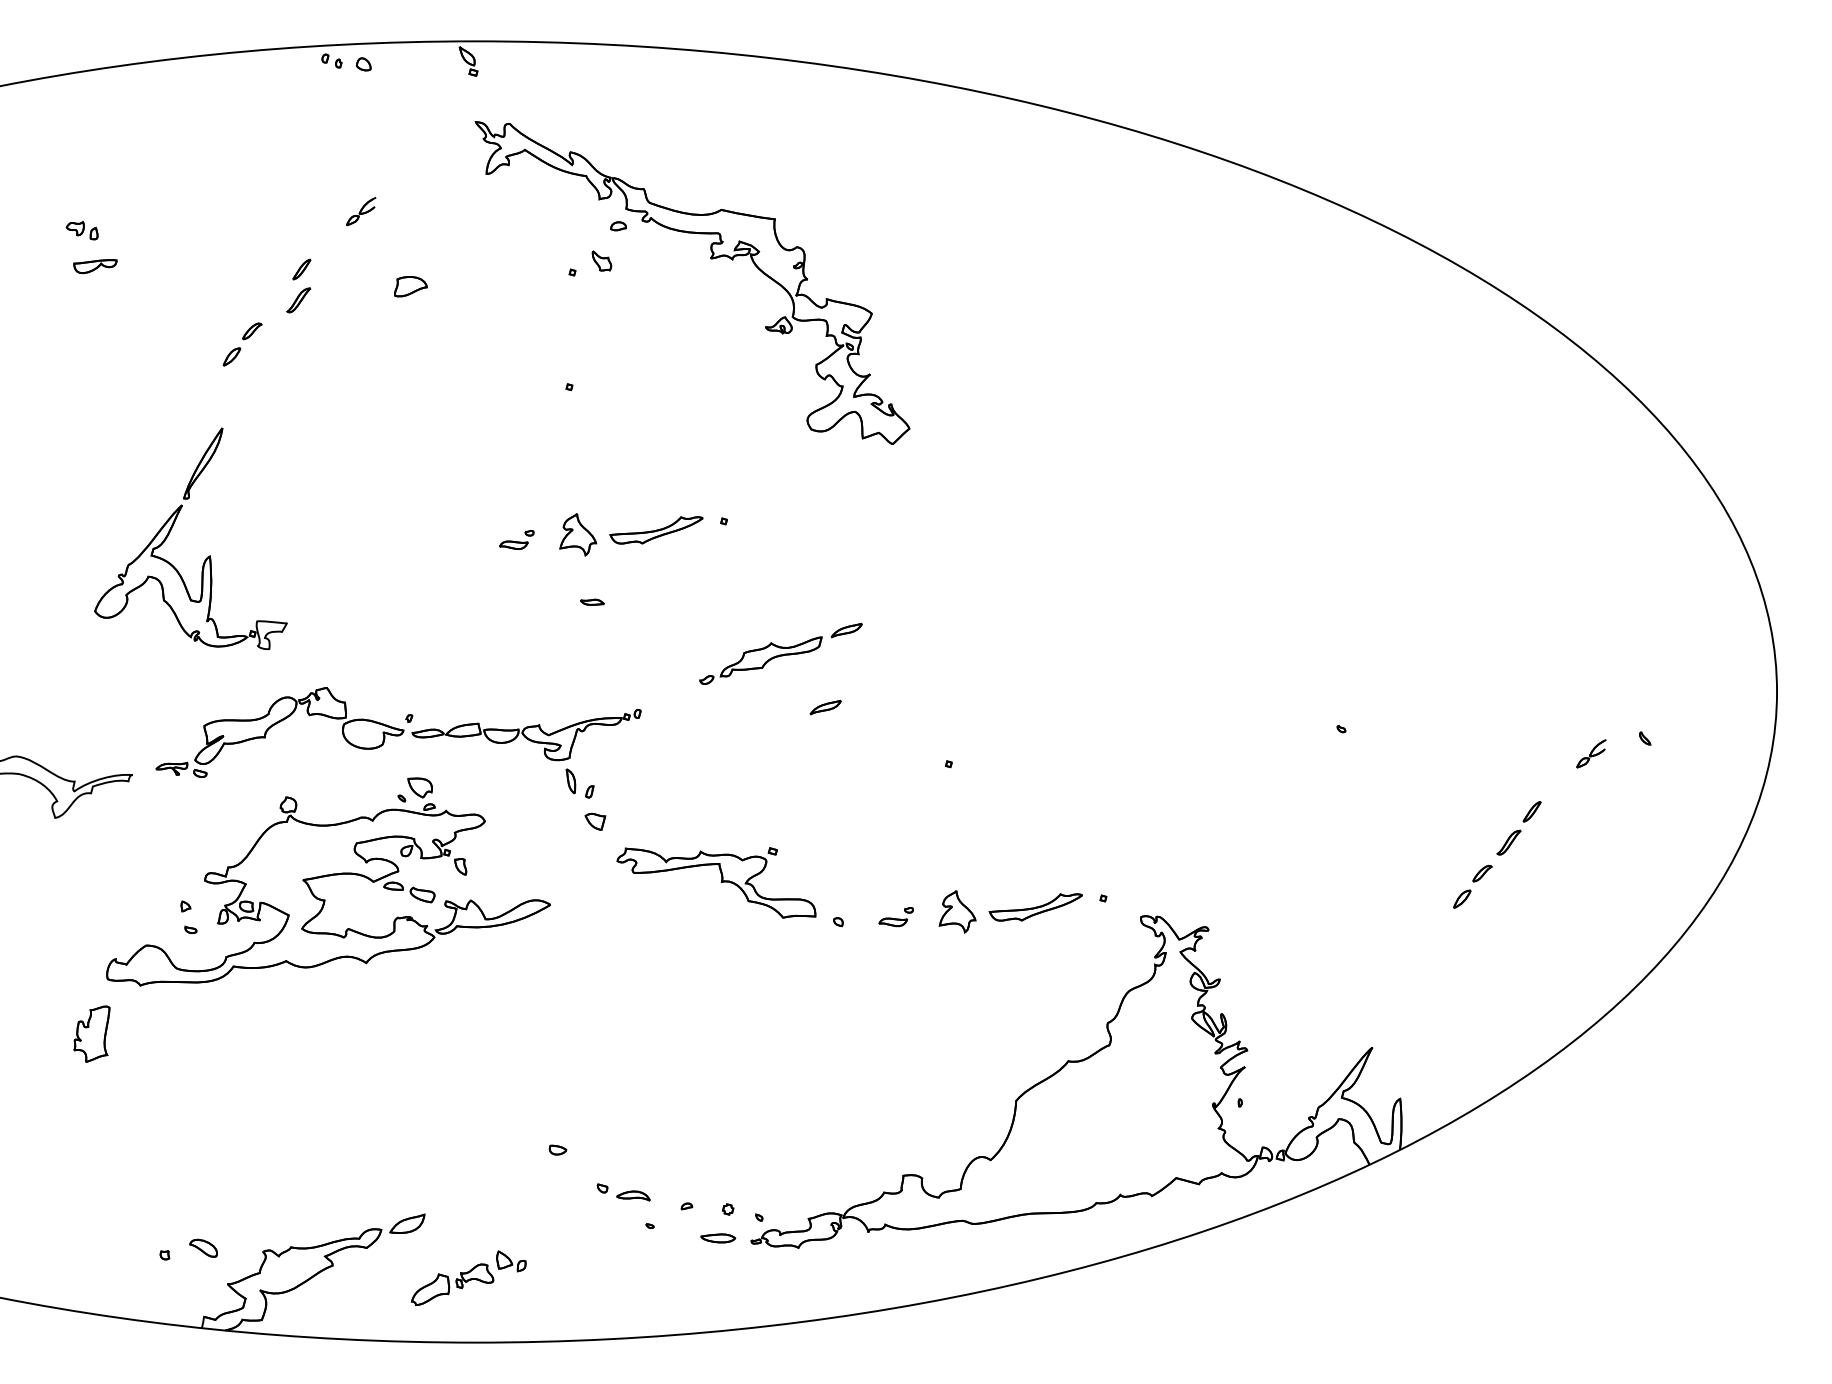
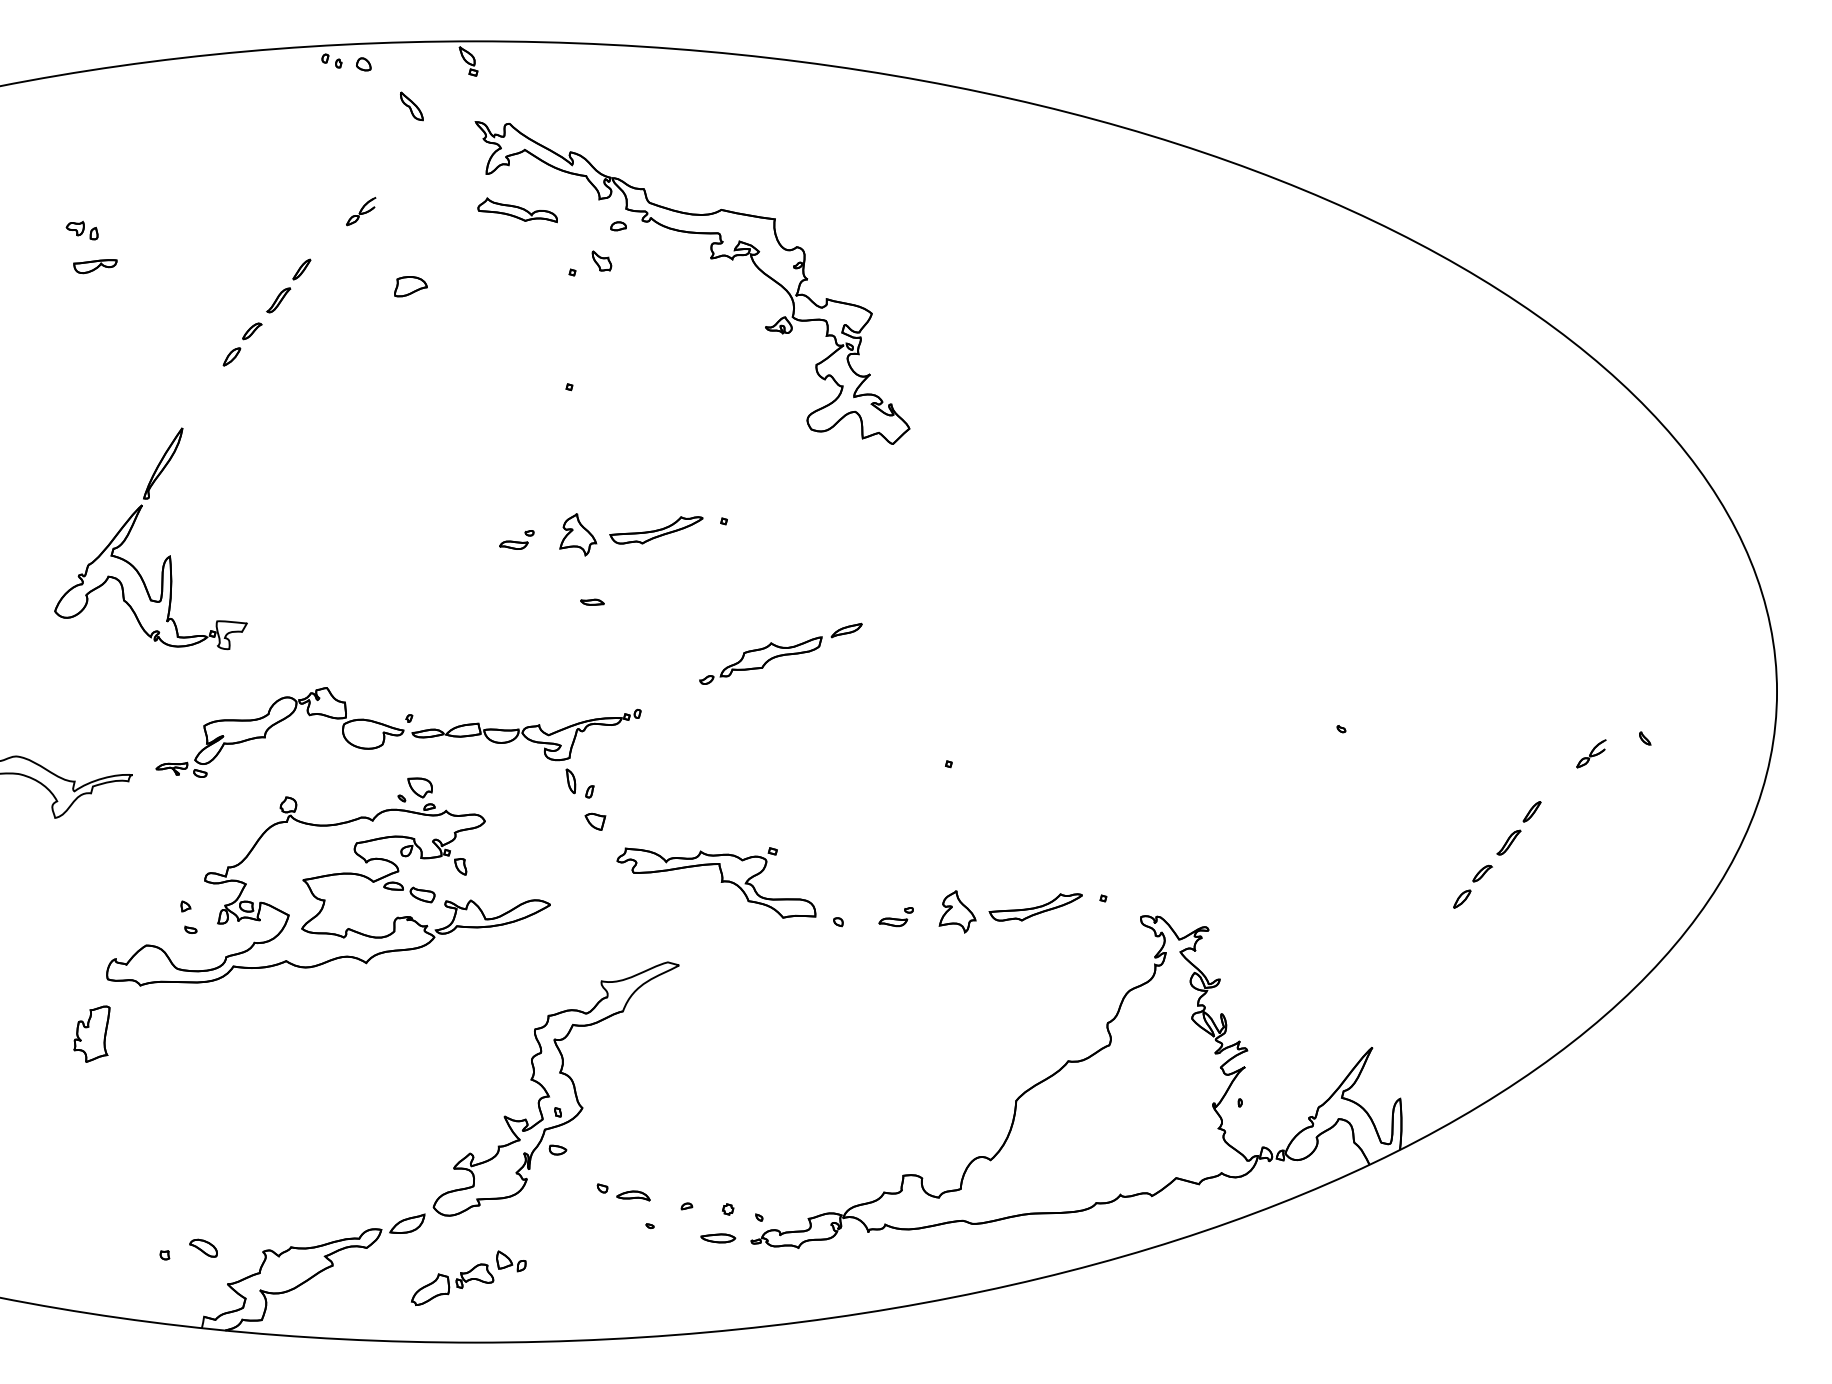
part at (411, 106): none -> present
part at (517, 210): none -> present
part at (298, 300) position: (298, 300) -> (278, 300)
part at (172, 528) position: (172, 528) -> (132, 528)
part at (825, 707): present -> none
part at (555, 1088): none -> present
